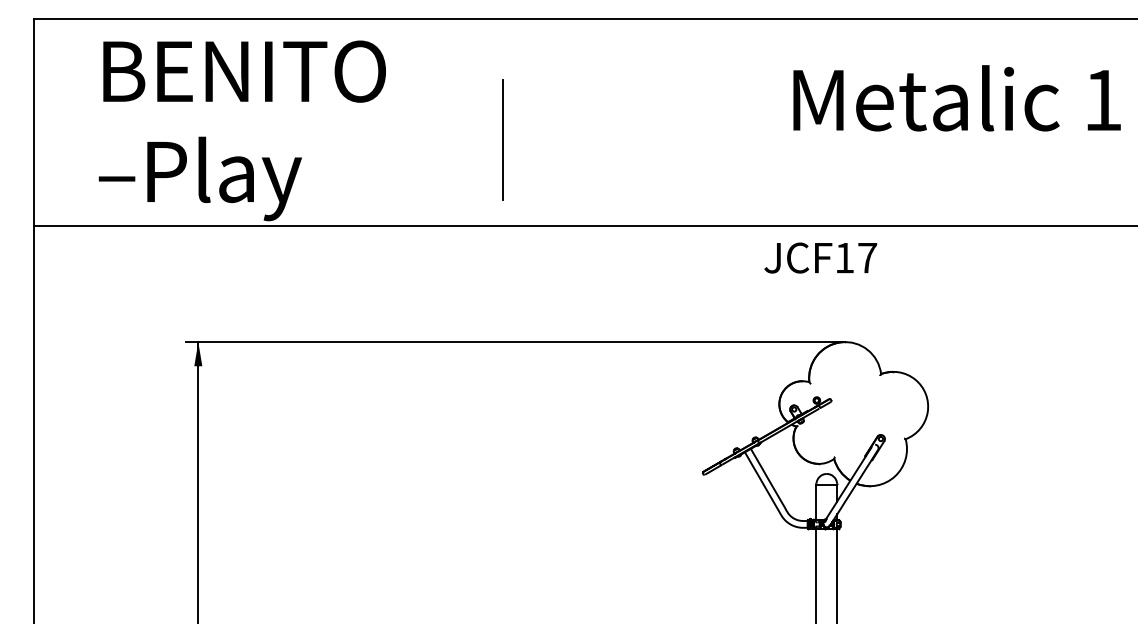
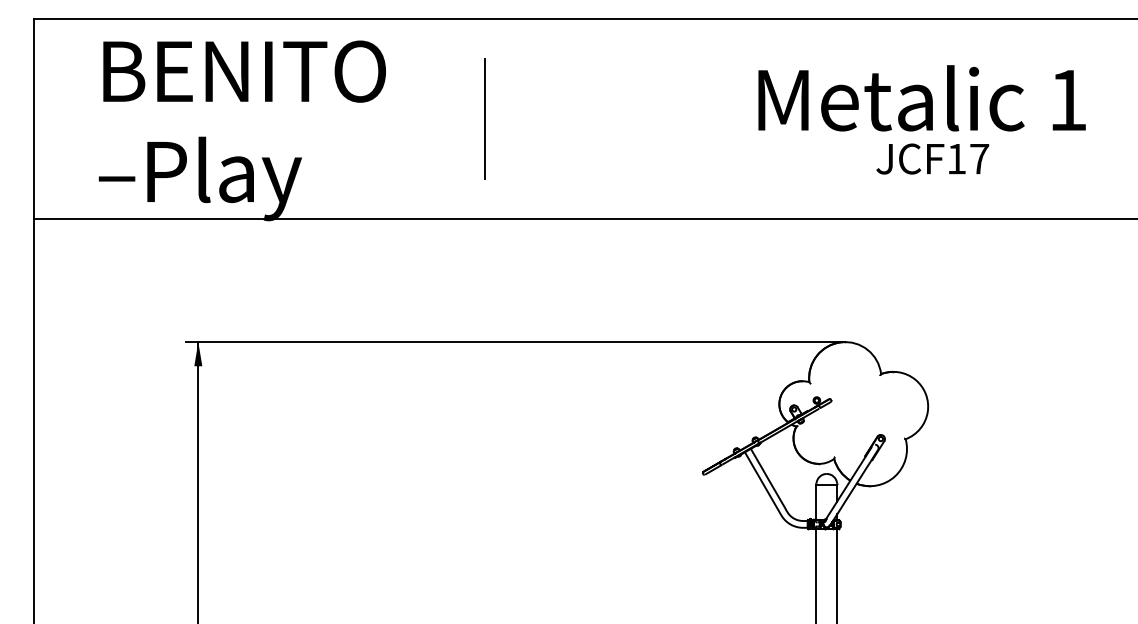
text at (956, 98) position: (956, 98) -> (921, 98)
line at (502, 139) position: (502, 139) -> (484, 118)
line at (584, 226) position: (584, 226) -> (584, 219)
text at (820, 257) position: (820, 257) -> (932, 158)
